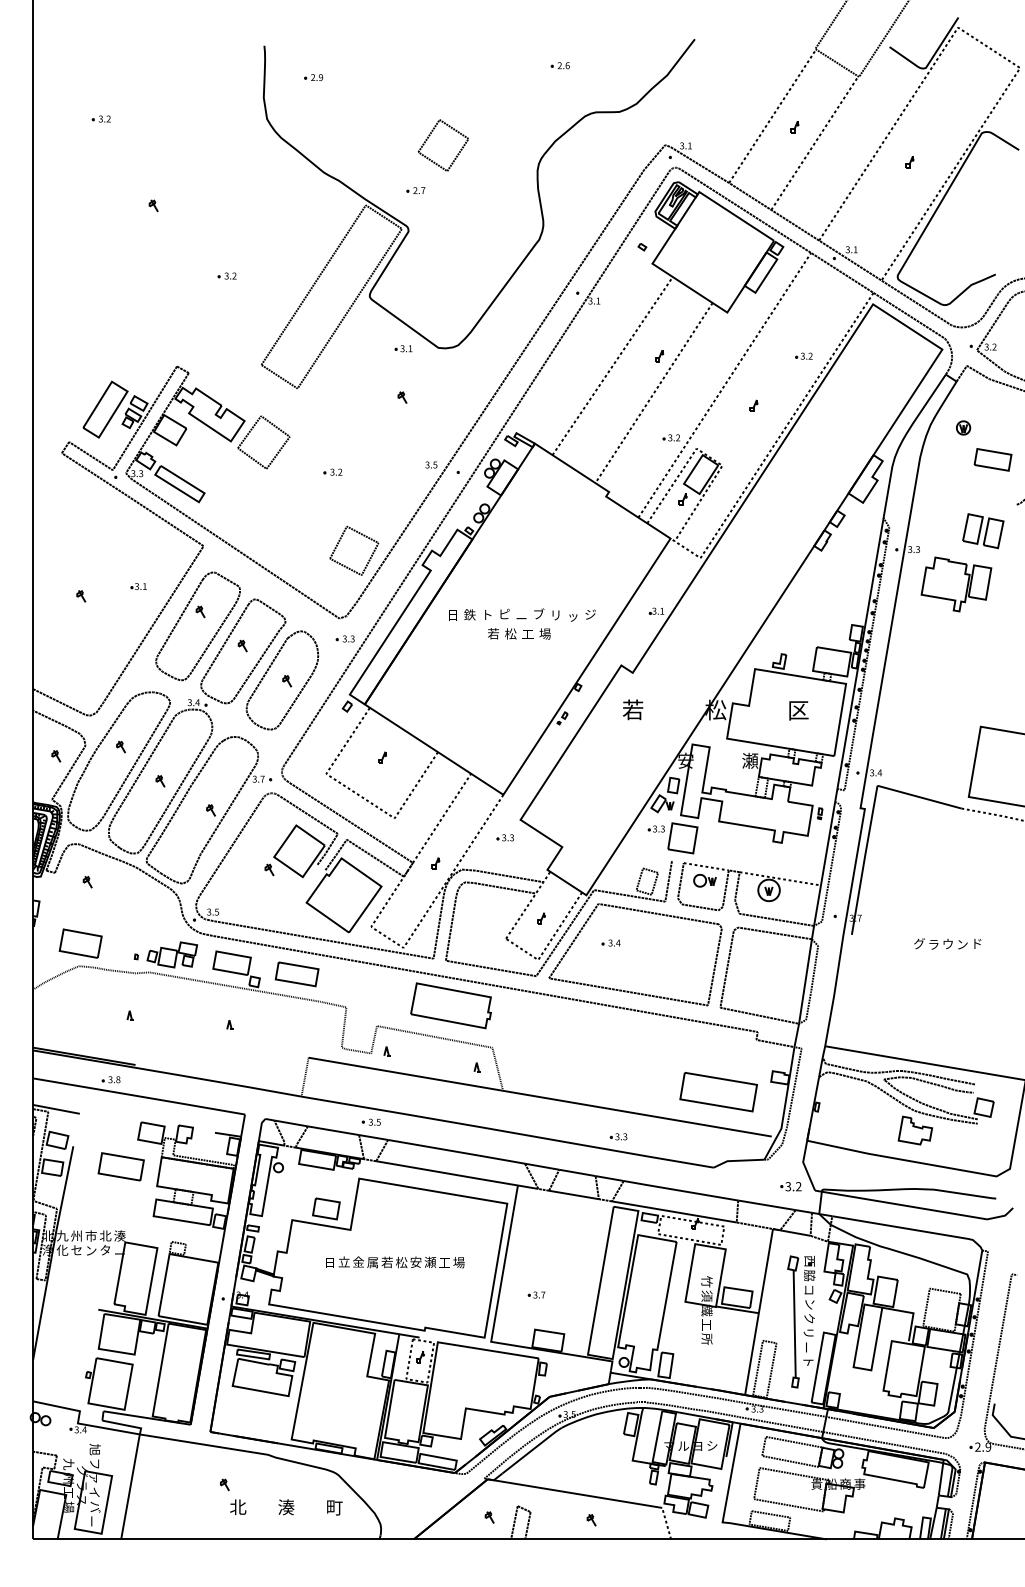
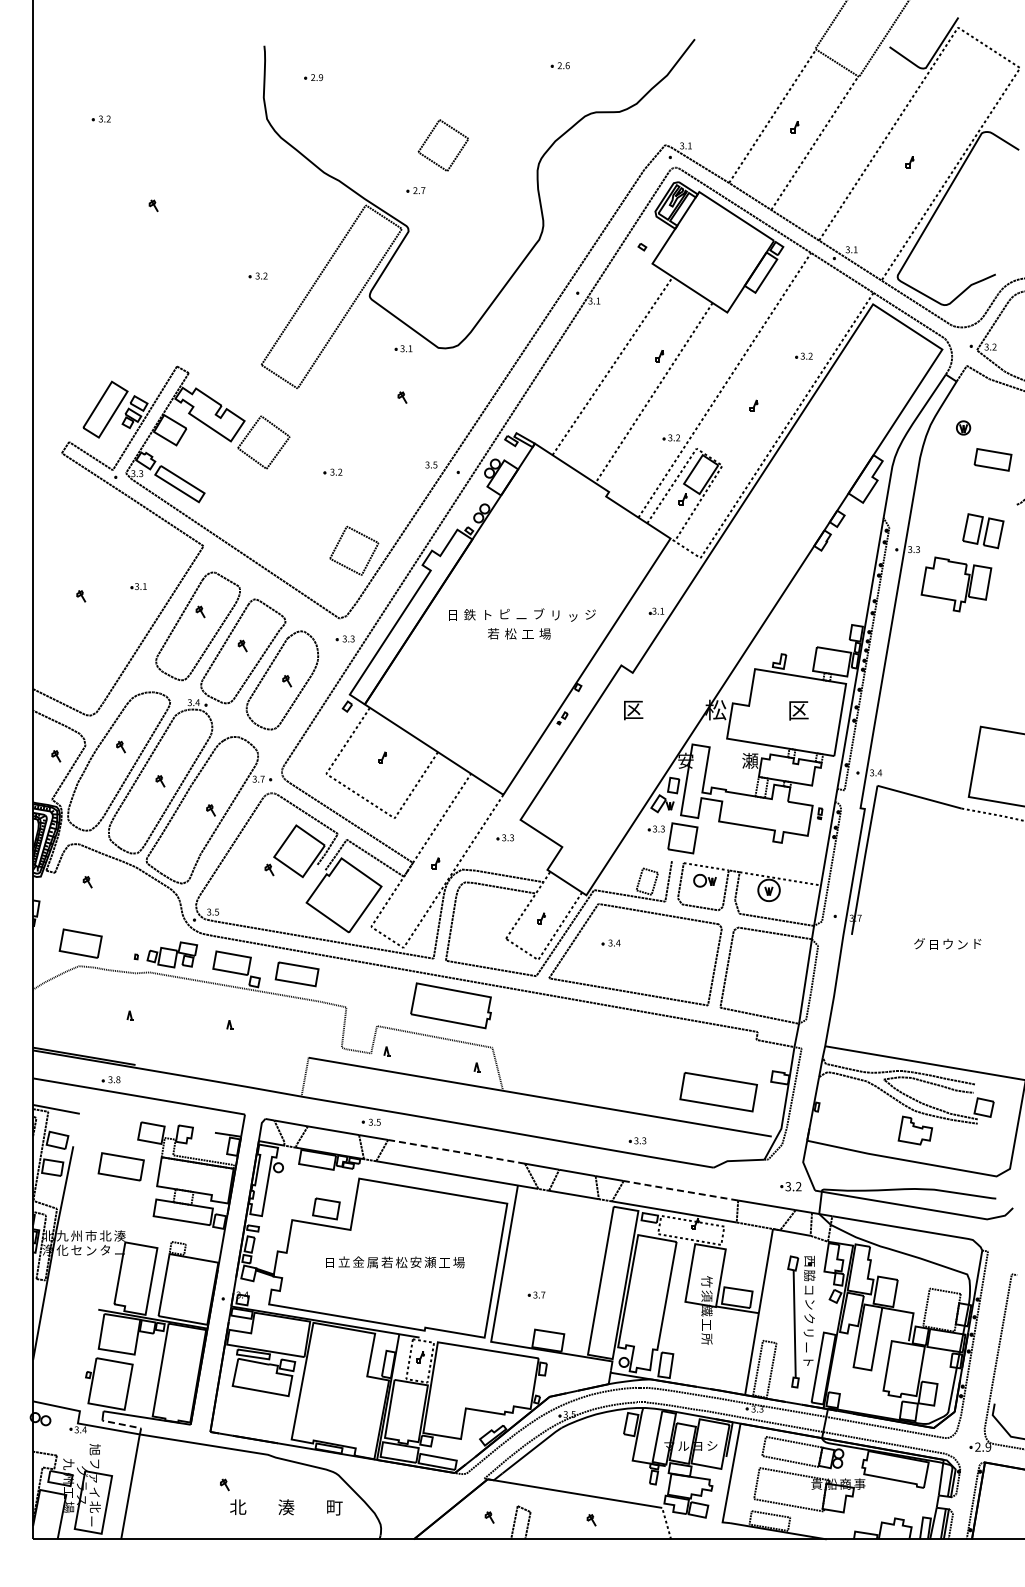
part at (226, 275) position: (226, 275) -> (257, 275)
text at (632, 709): 若 -> 区
text at (933, 944): ラ -> 日
part at (618, 1136) position: (618, 1136) -> (637, 1140)
line at (456, 1151): solid -> dashed
line at (680, 1190): solid -> dashed
line at (125, 1425): solid -> dashed
text at (94, 1506): バ -> 北
